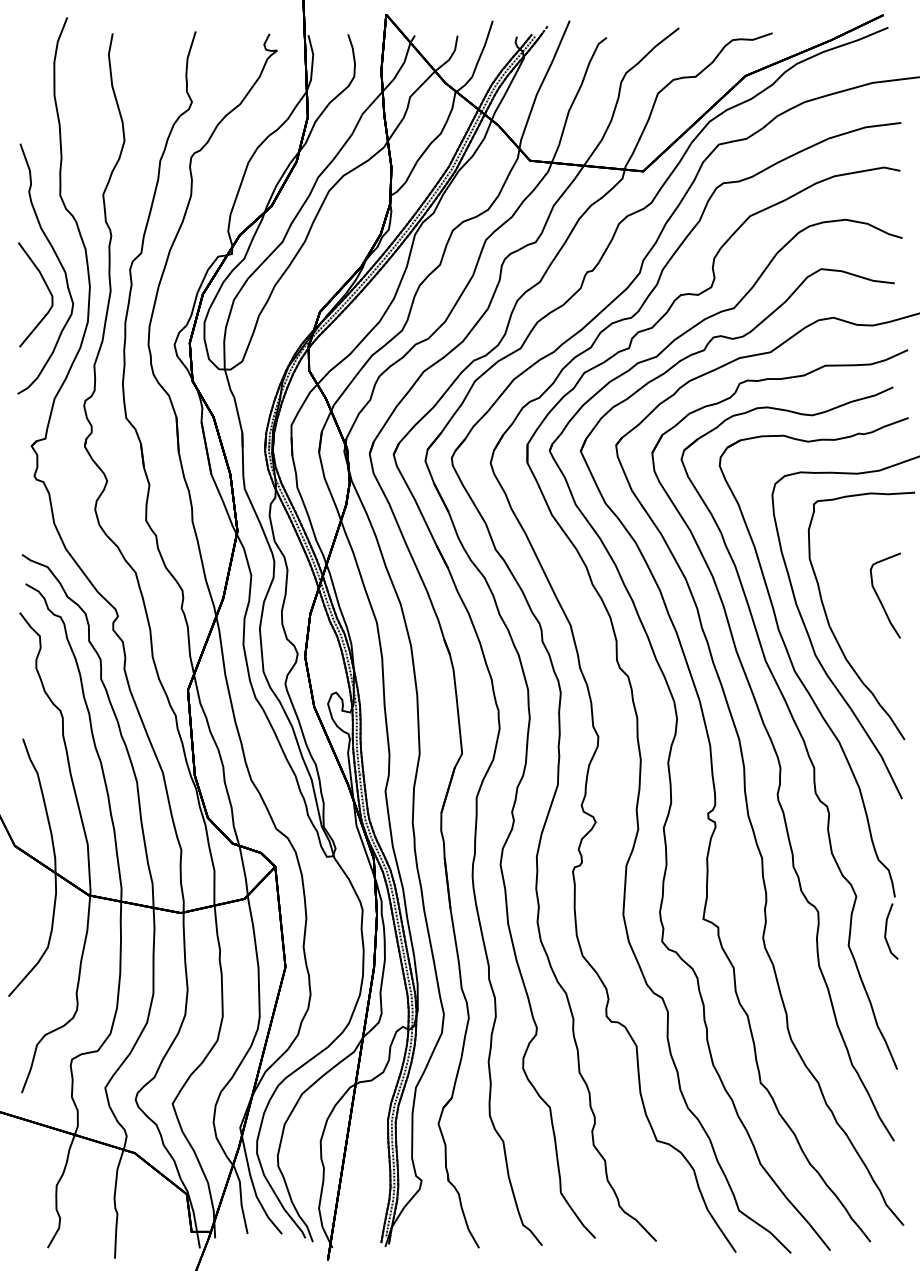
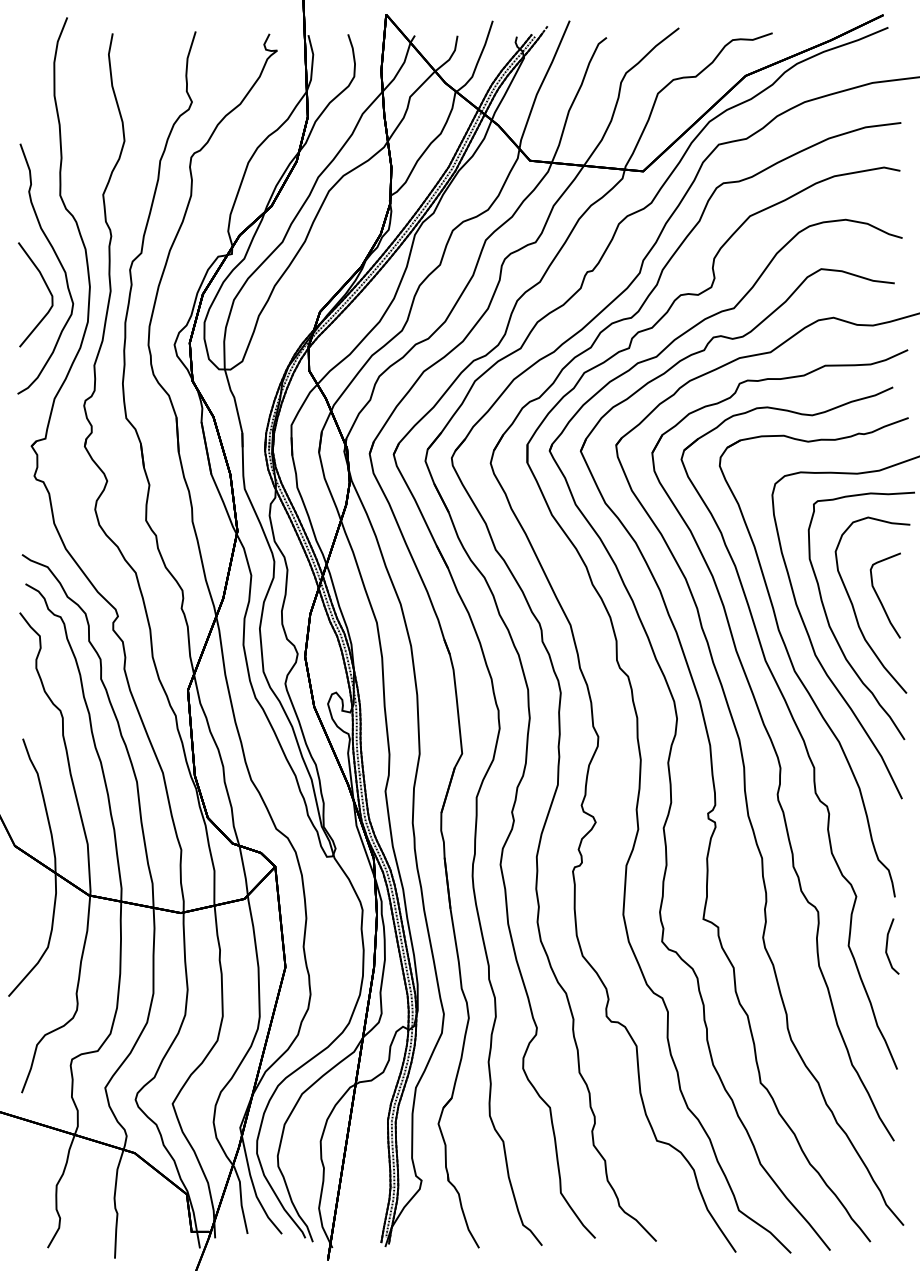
curve at (854, 607): none -> present
line at (886, 931) position: (886, 931) -> (887, 946)
